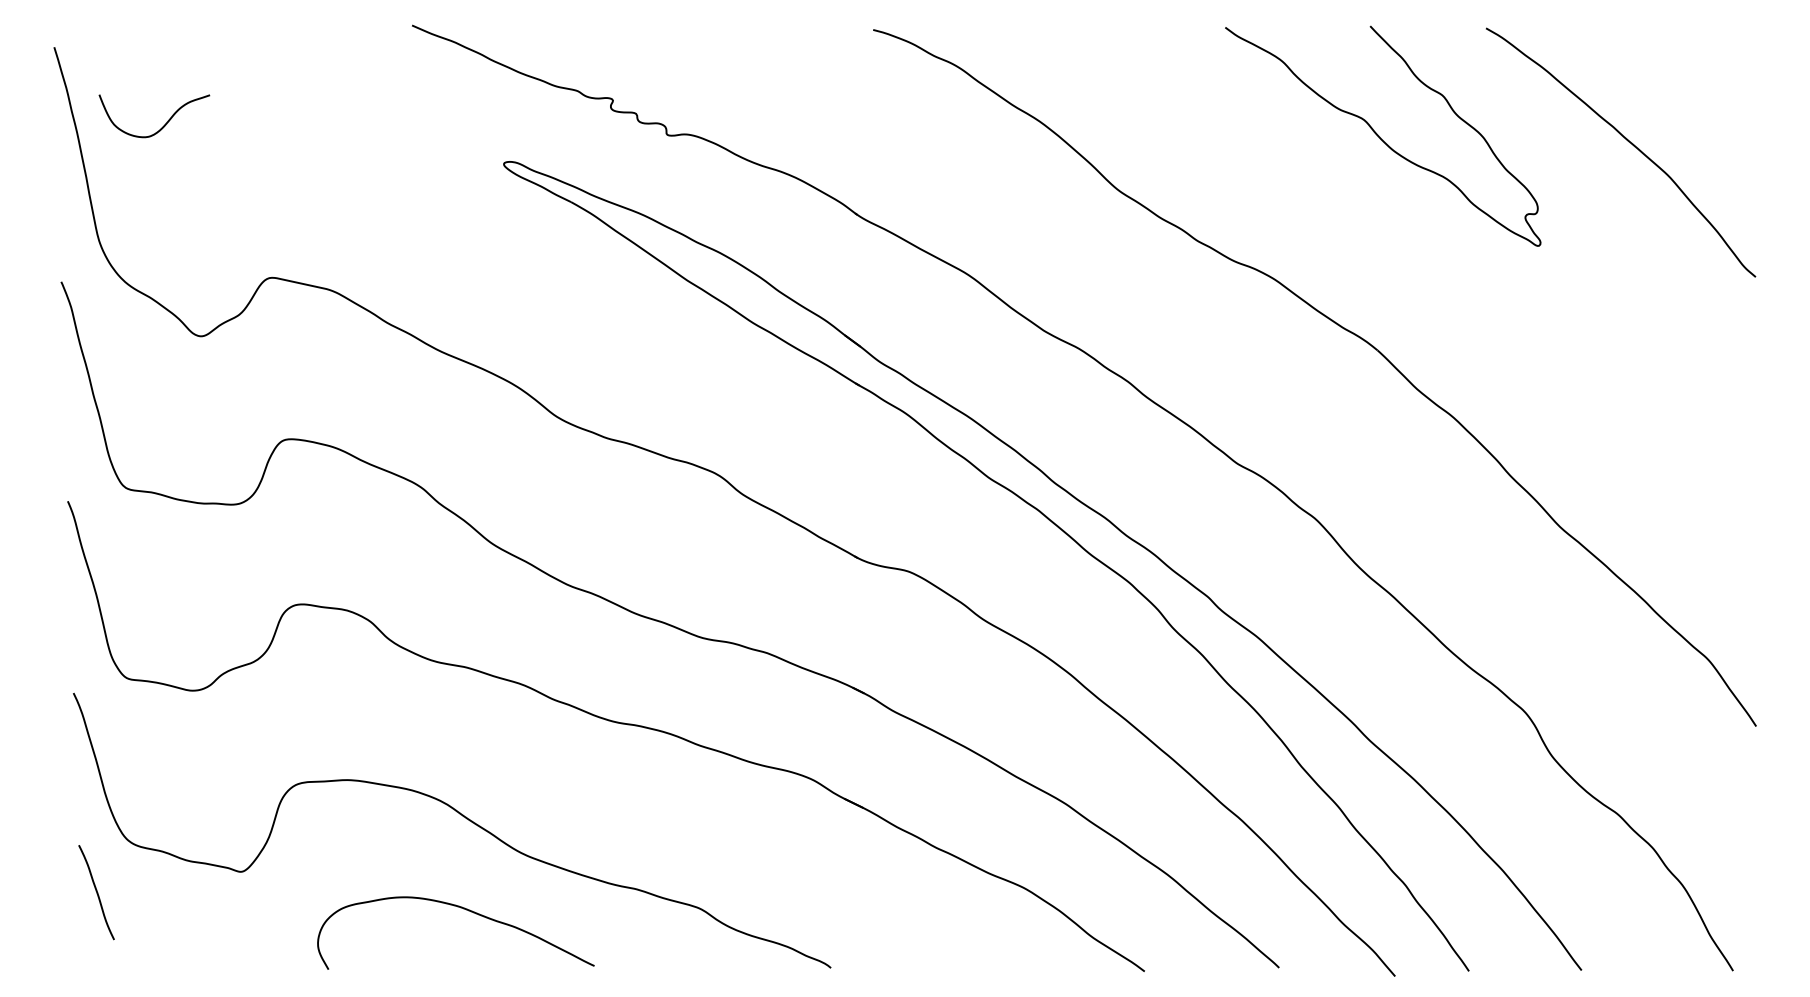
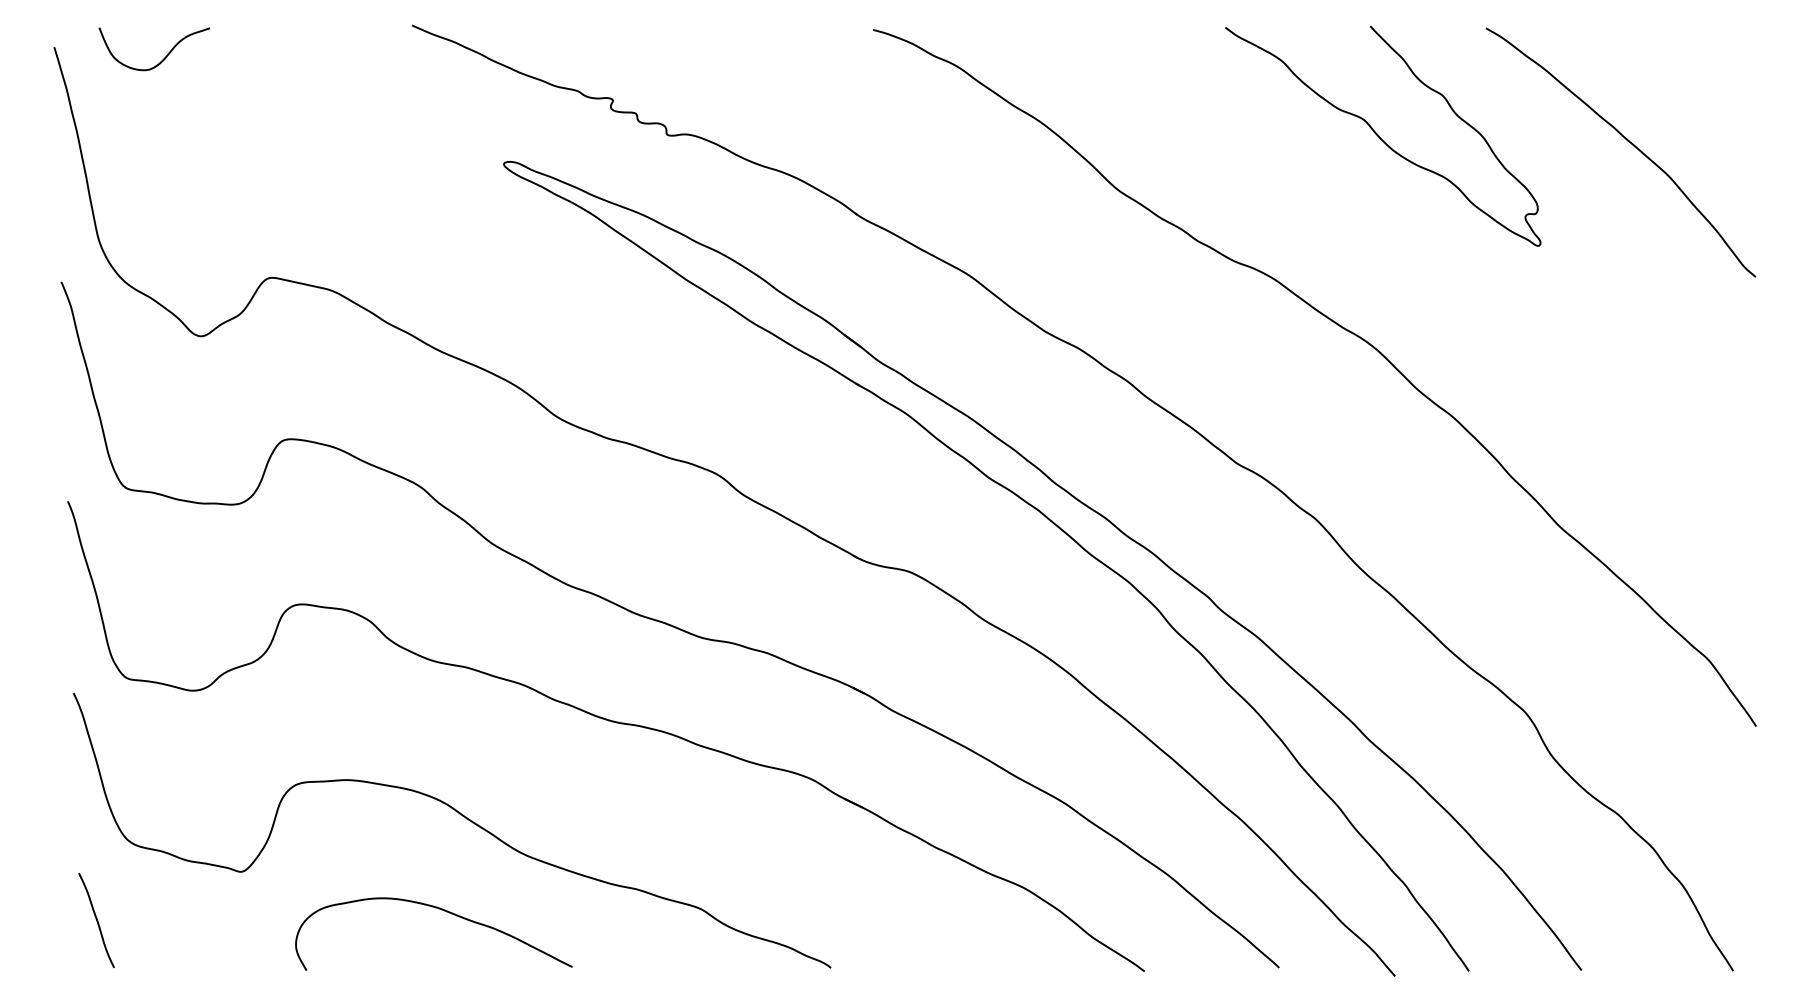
curve at (163, 125) position: (163, 125) -> (163, 58)
curve at (96, 892) position: (96, 892) -> (96, 920)
curve at (463, 909) position: (463, 909) -> (441, 910)
